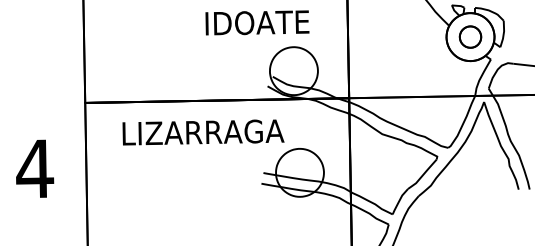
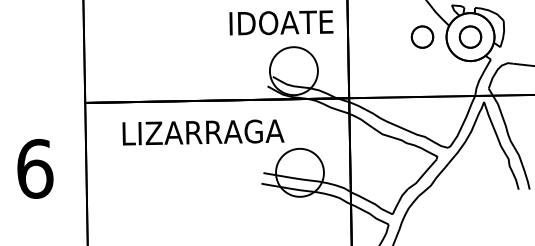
text at (257, 22) position: (257, 22) -> (281, 22)
part at (422, 36): none -> present
text at (35, 168): 4 -> 6
